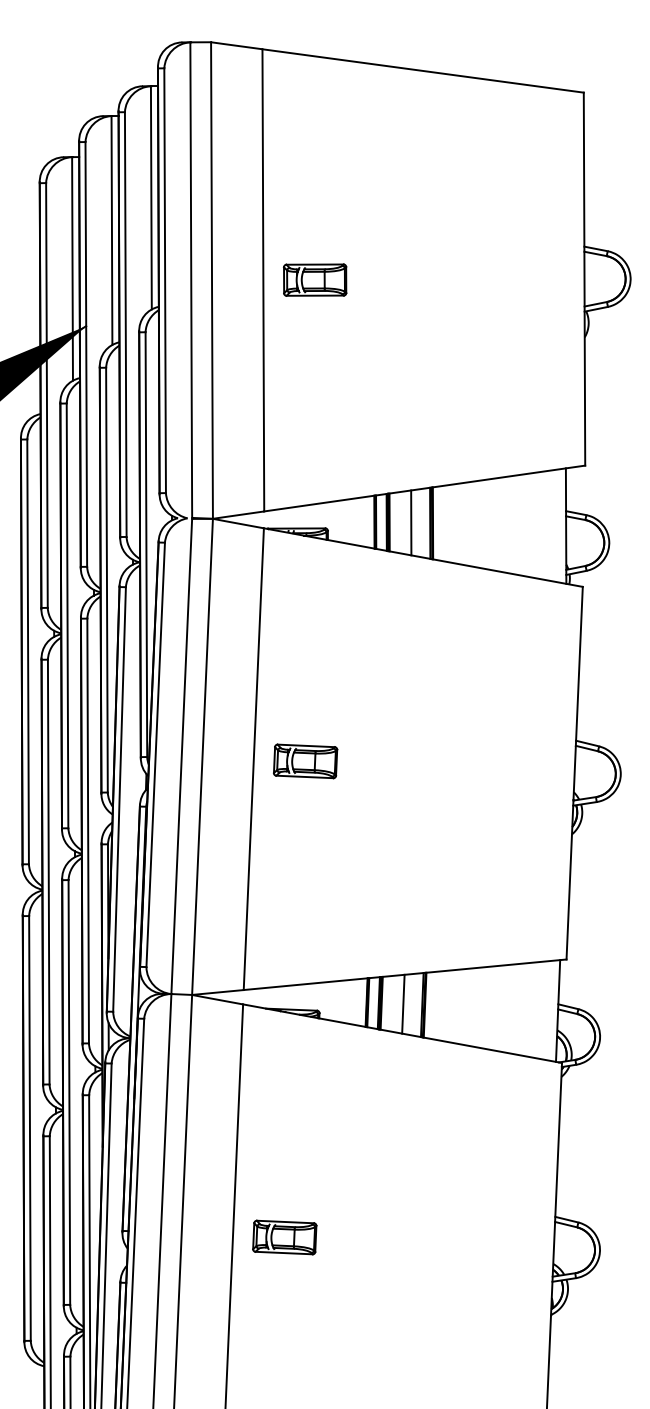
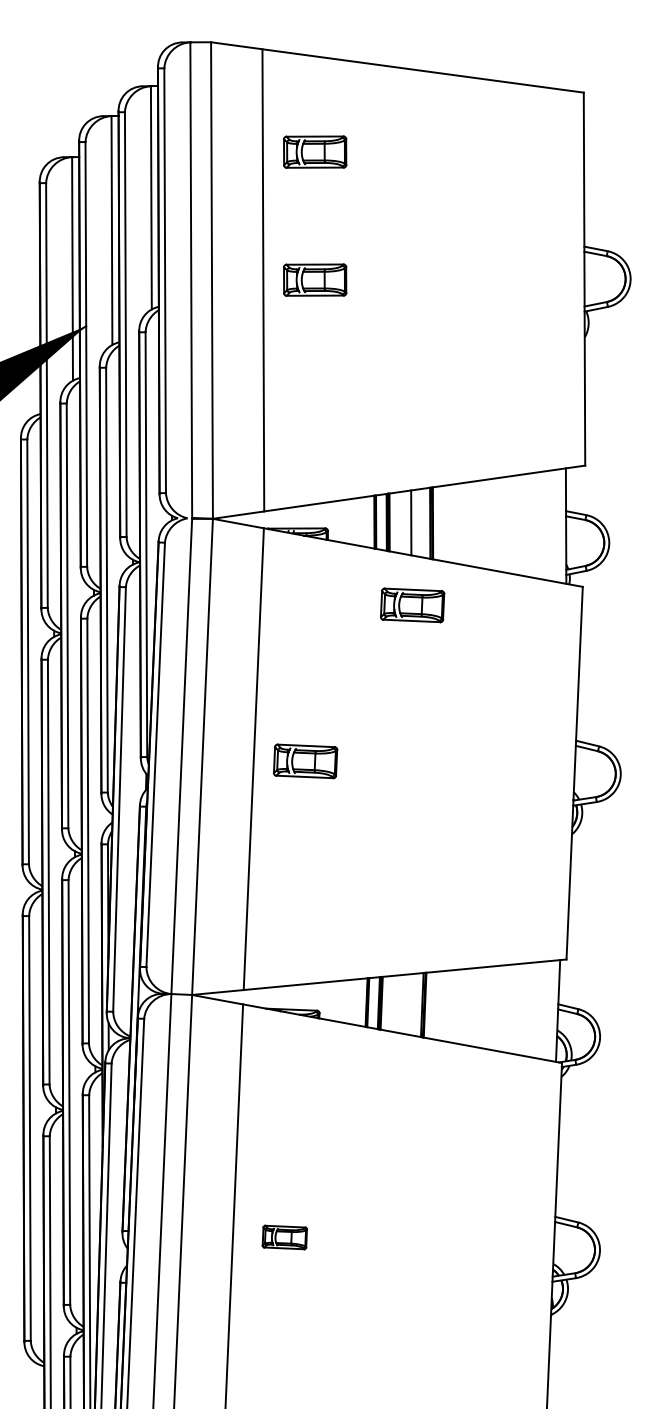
part at (315, 151): none -> present
part at (412, 605): none -> present
line at (403, 1003): present -> none
part at (284, 1237) size: 66x37 px -> 47x27 px
